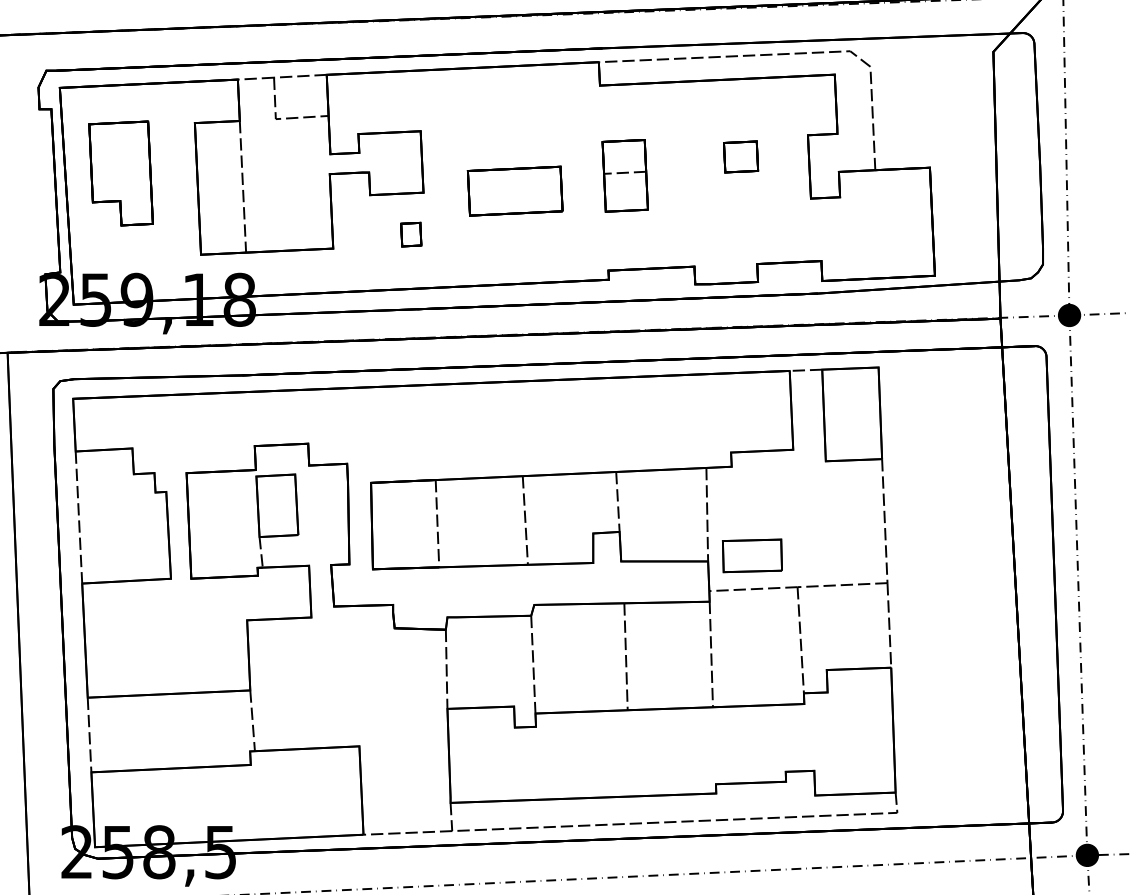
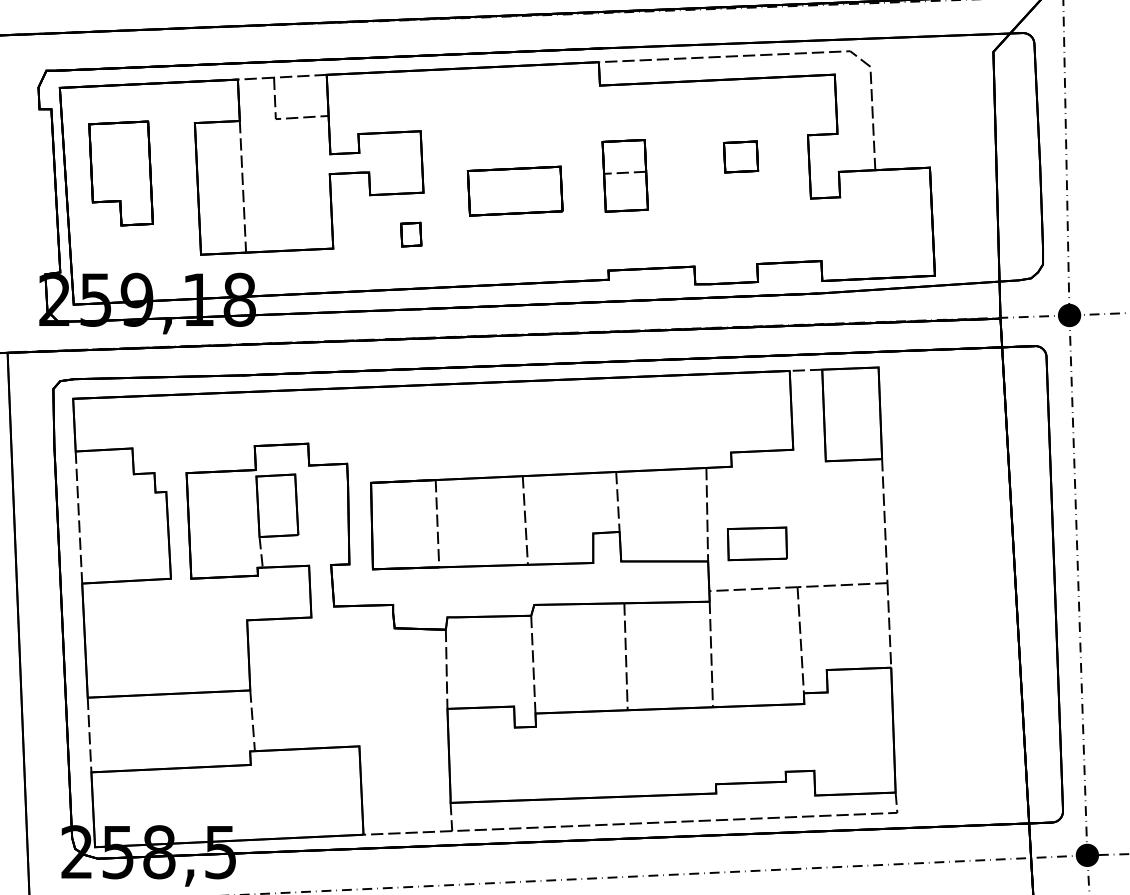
part at (752, 555) position: (752, 555) -> (757, 543)
